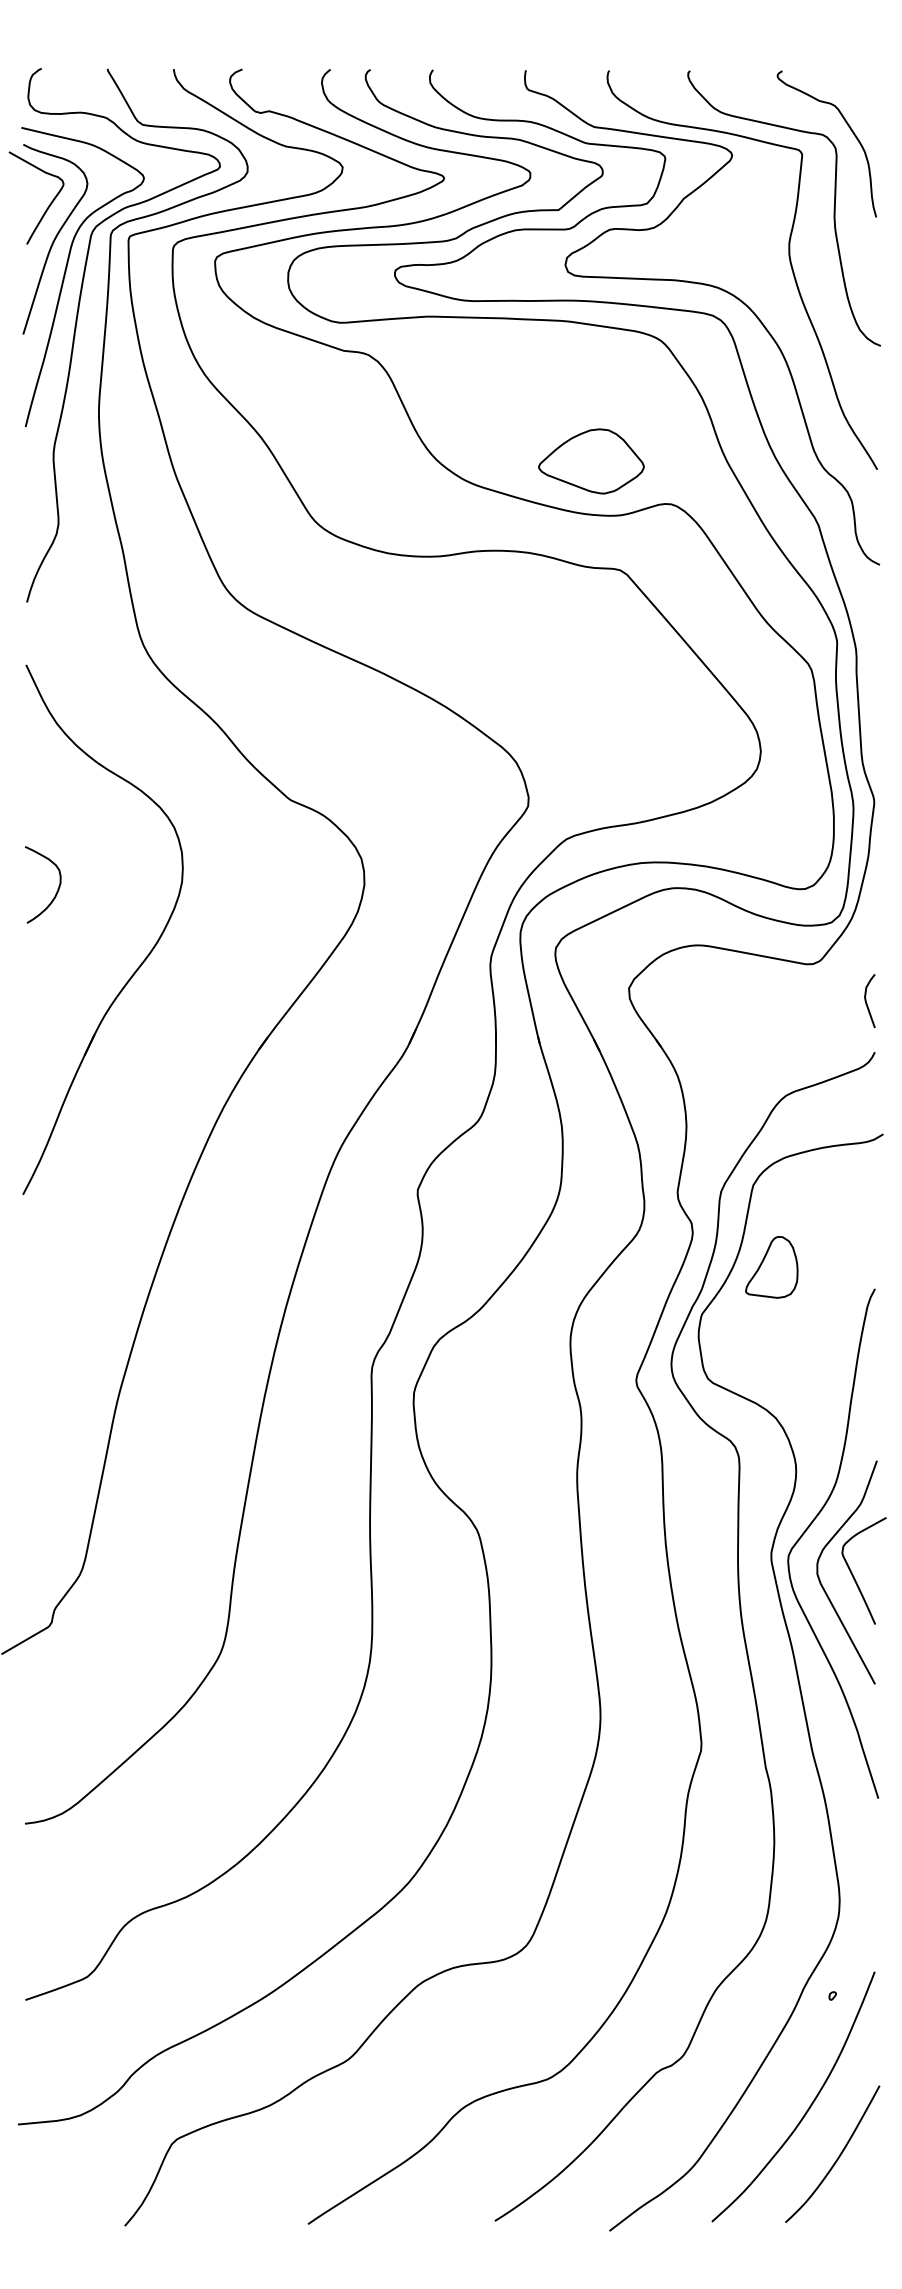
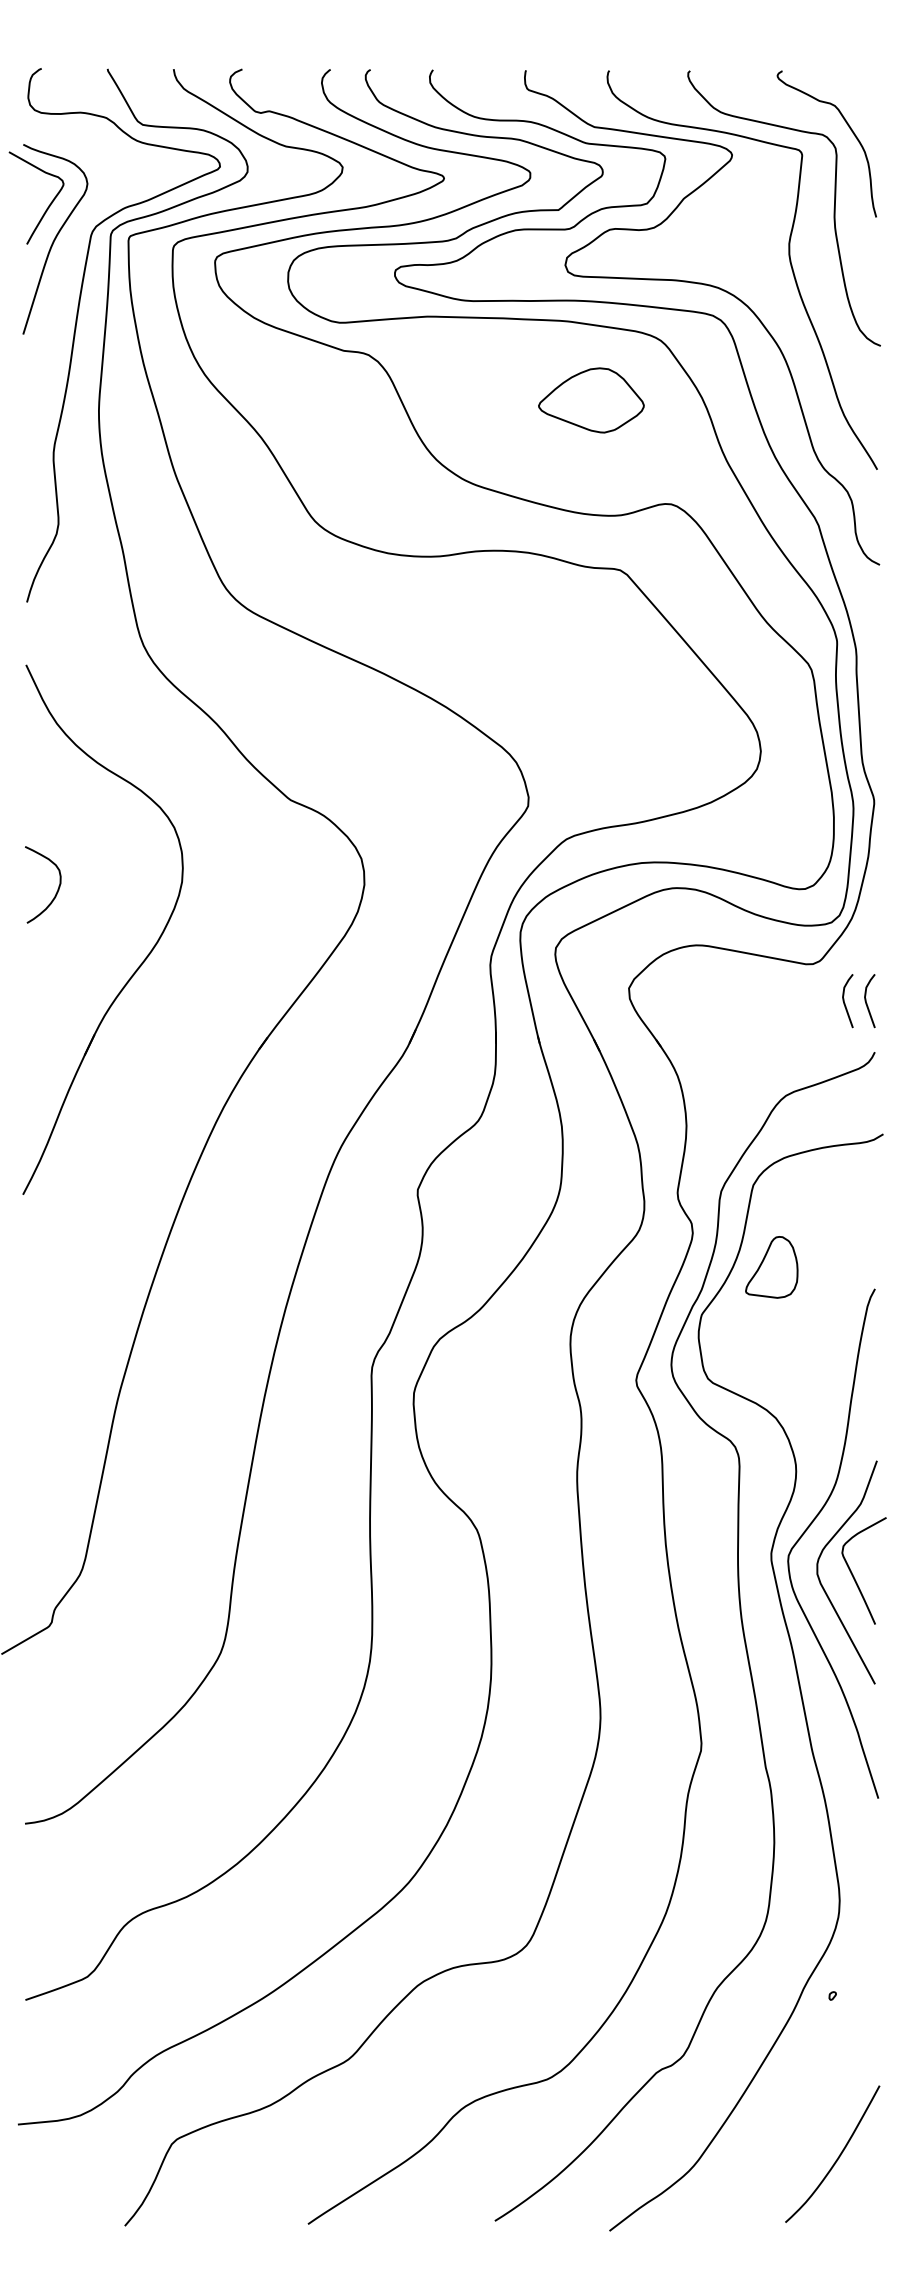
curve at (66, 272): present -> none
part at (591, 461) position: (591, 461) -> (591, 400)
curve at (845, 1003): none -> present
curve at (808, 2107): present -> none
